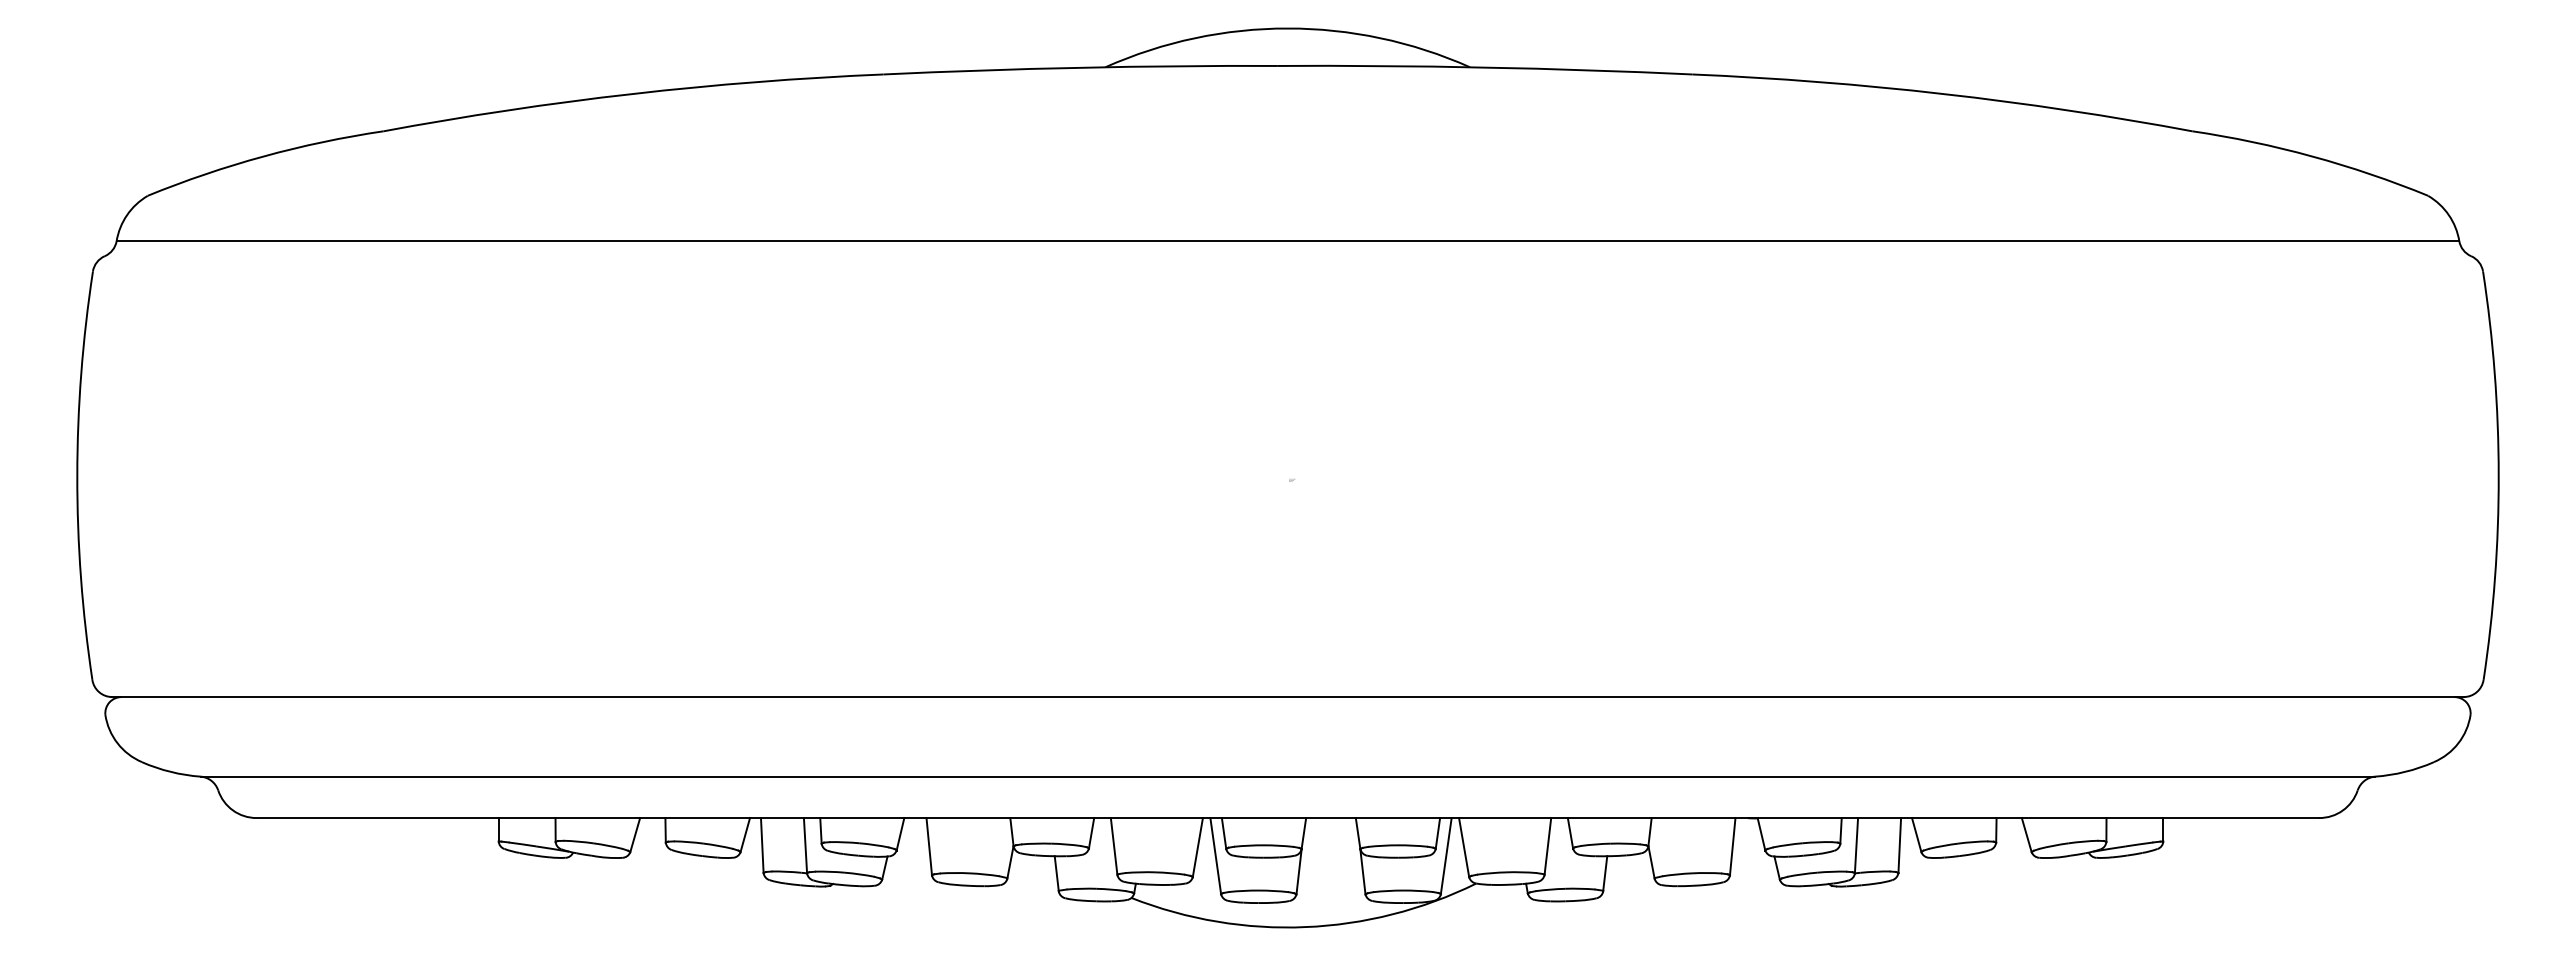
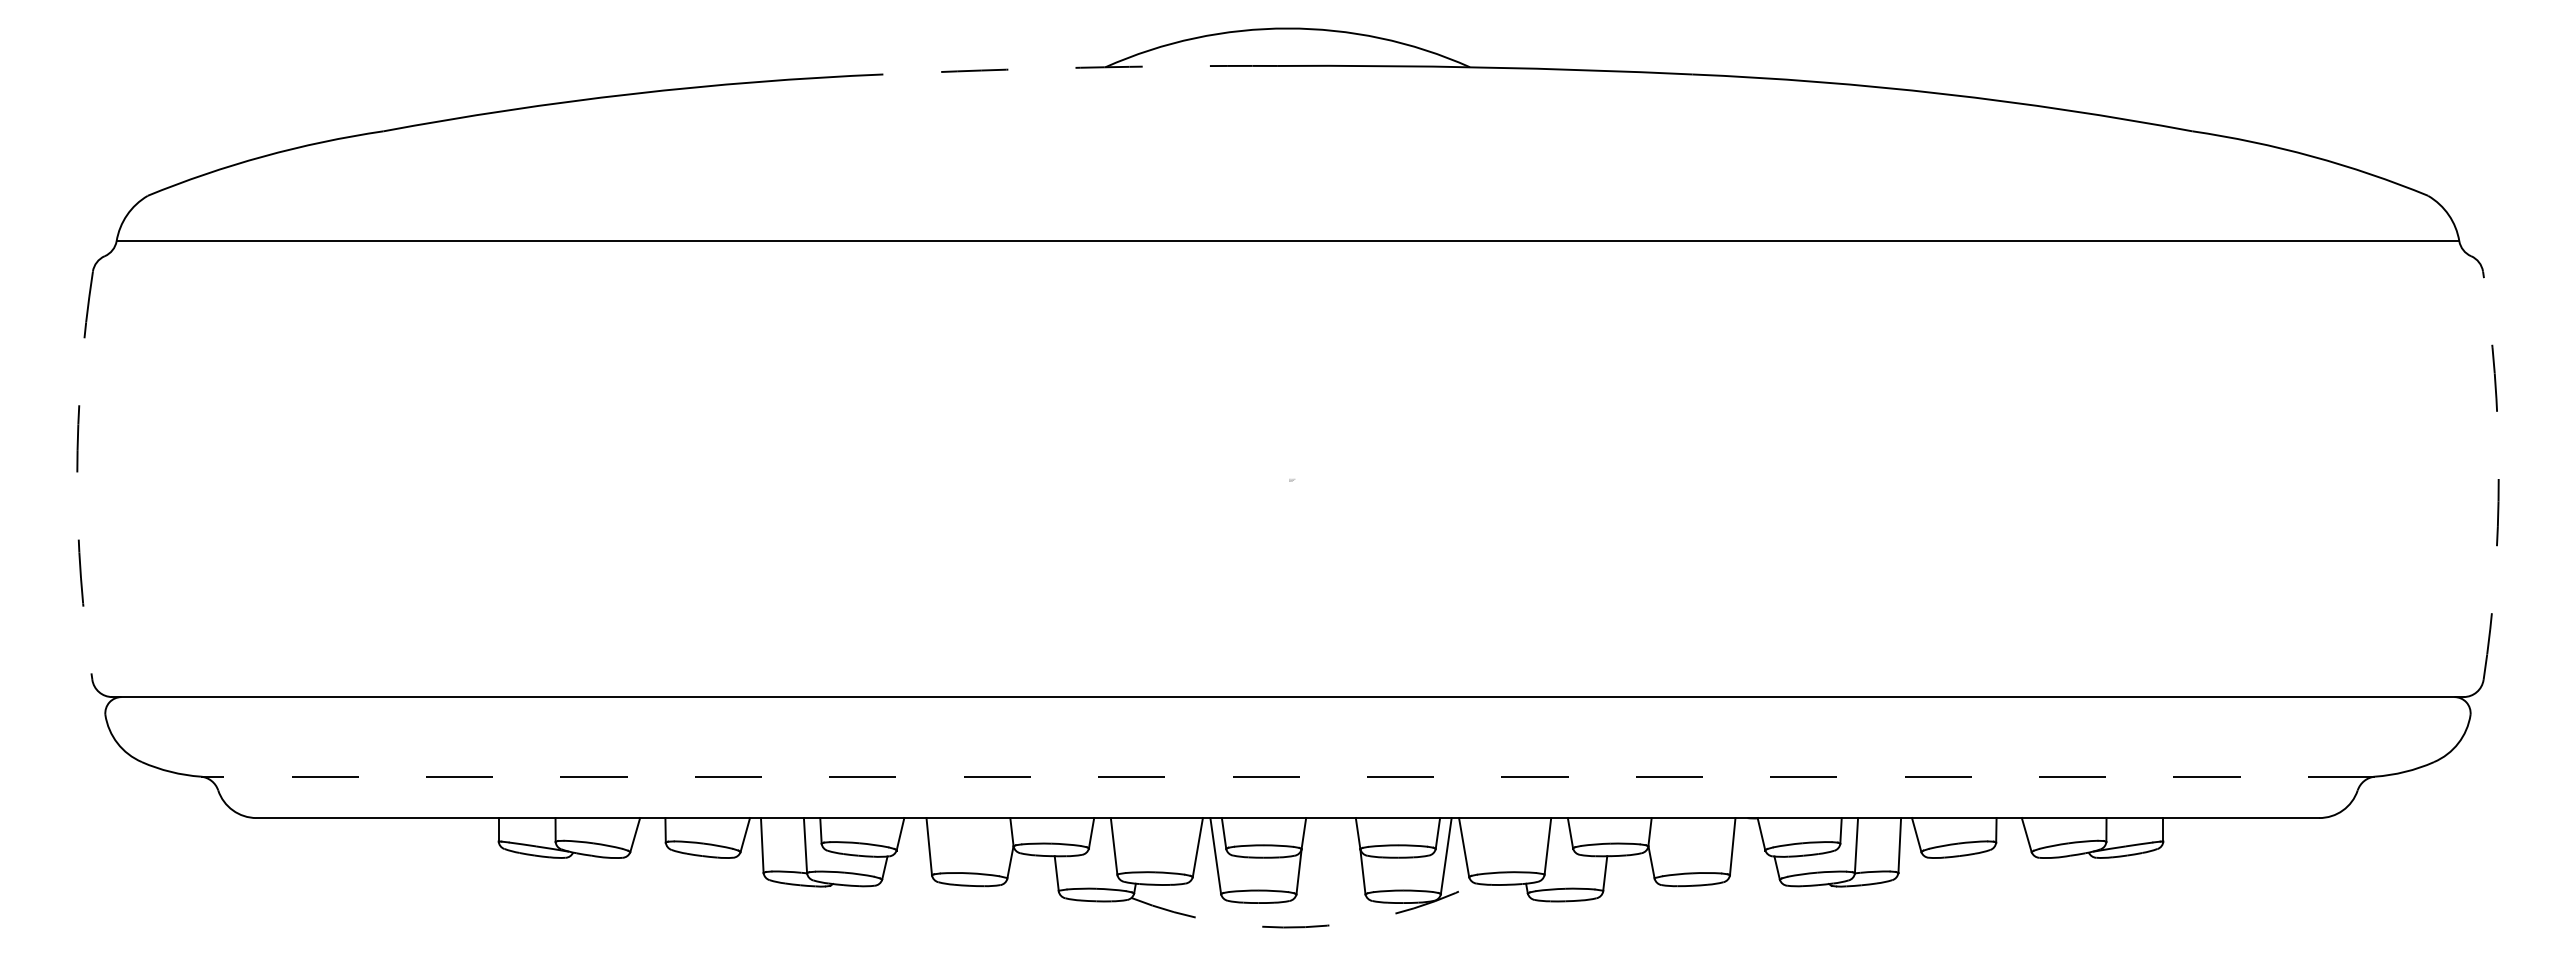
arc at (1080, 67): solid -> dashed
arc at (77, 475): solid -> dashed
arc at (2498, 475): solid -> dashed
line at (1287, 776): solid -> dashed
arc at (1305, 927): solid -> dashed
